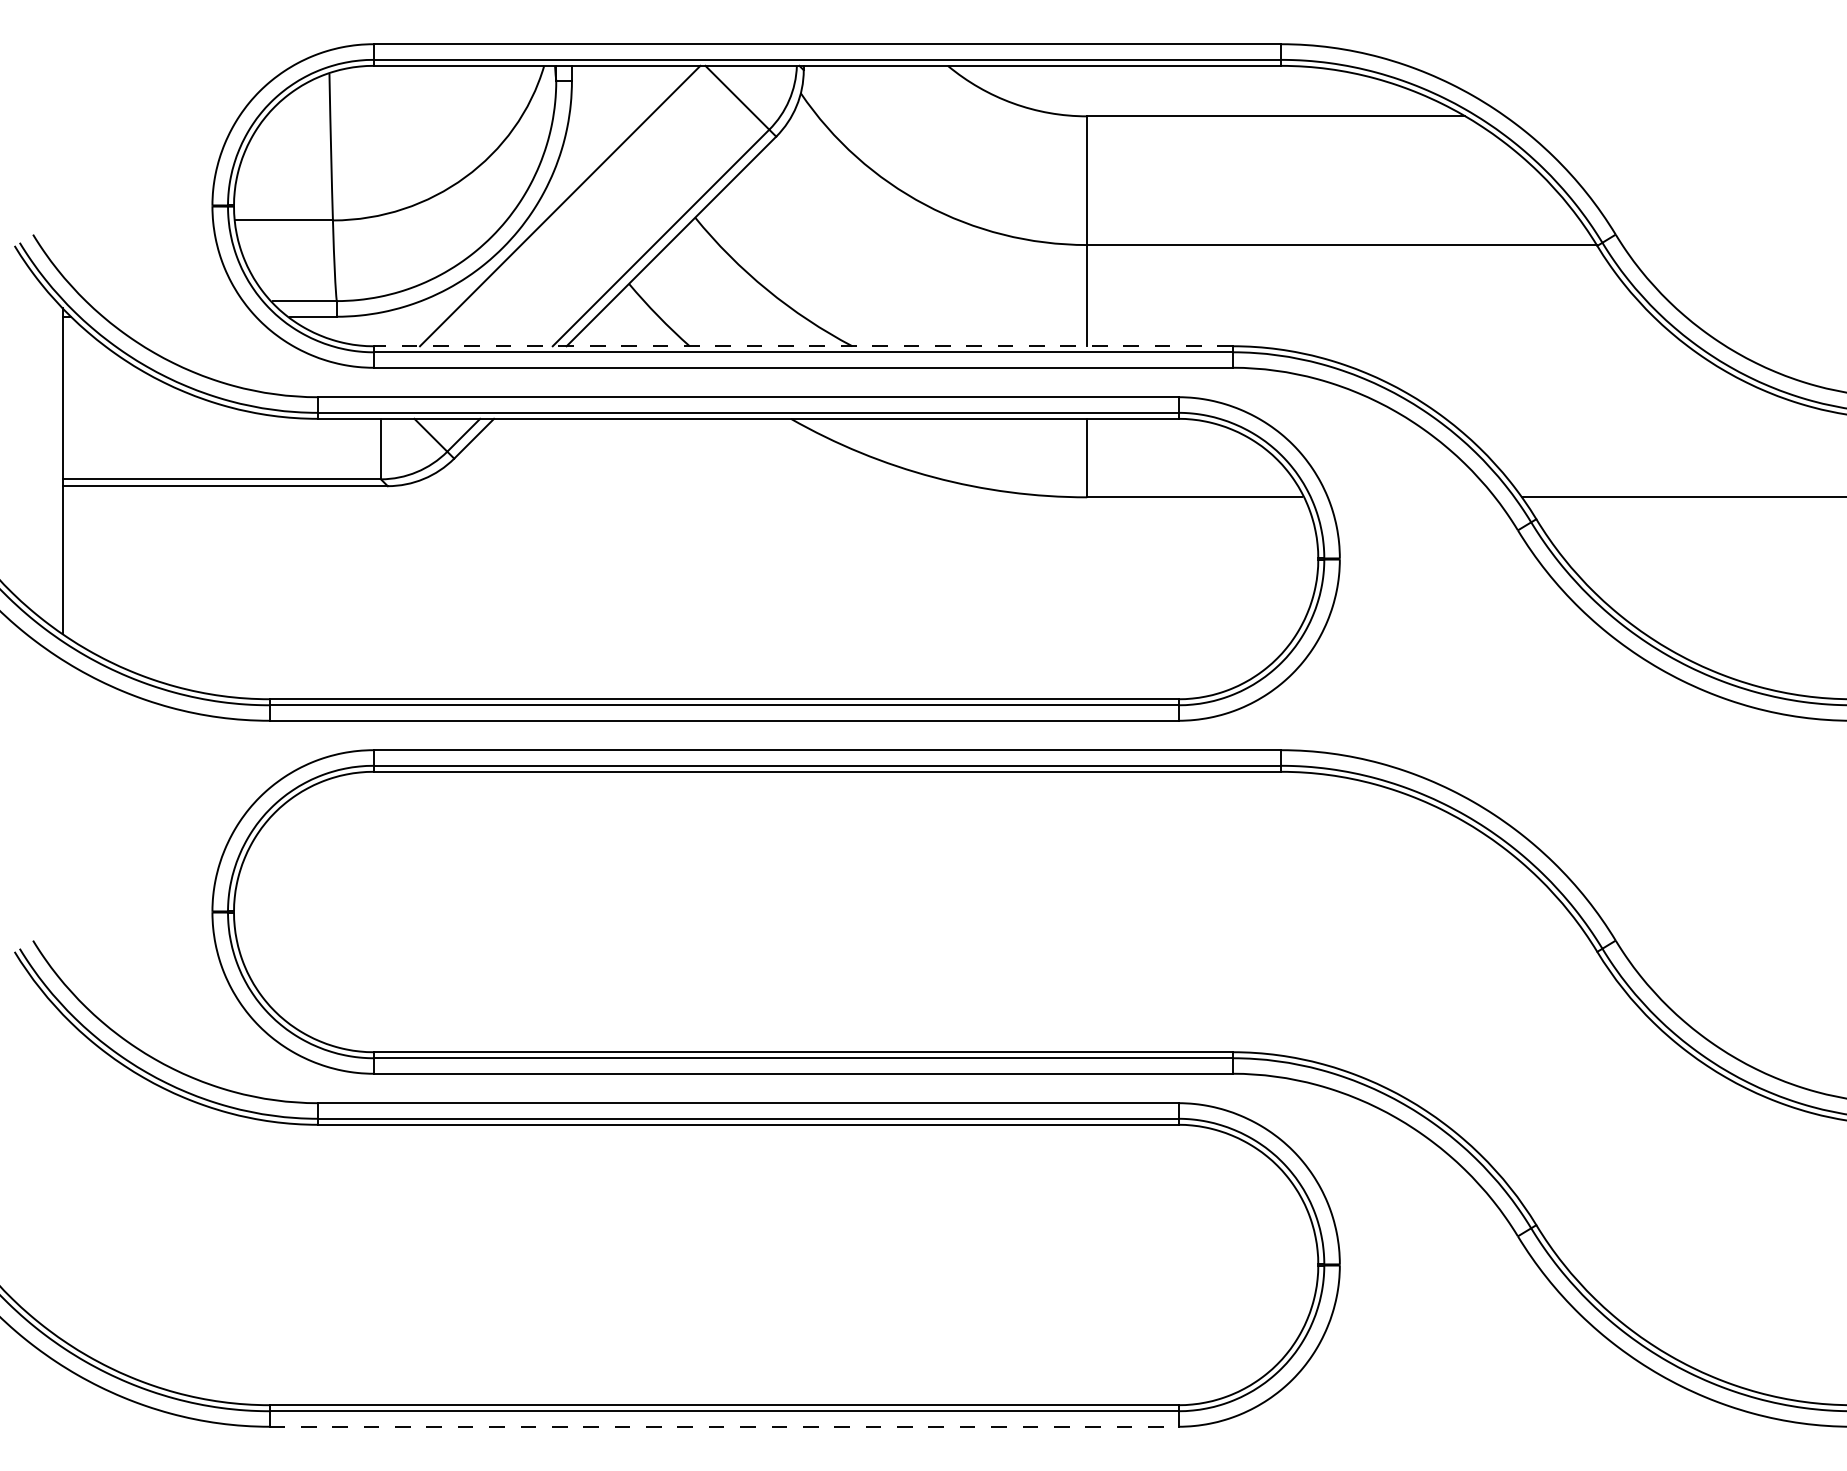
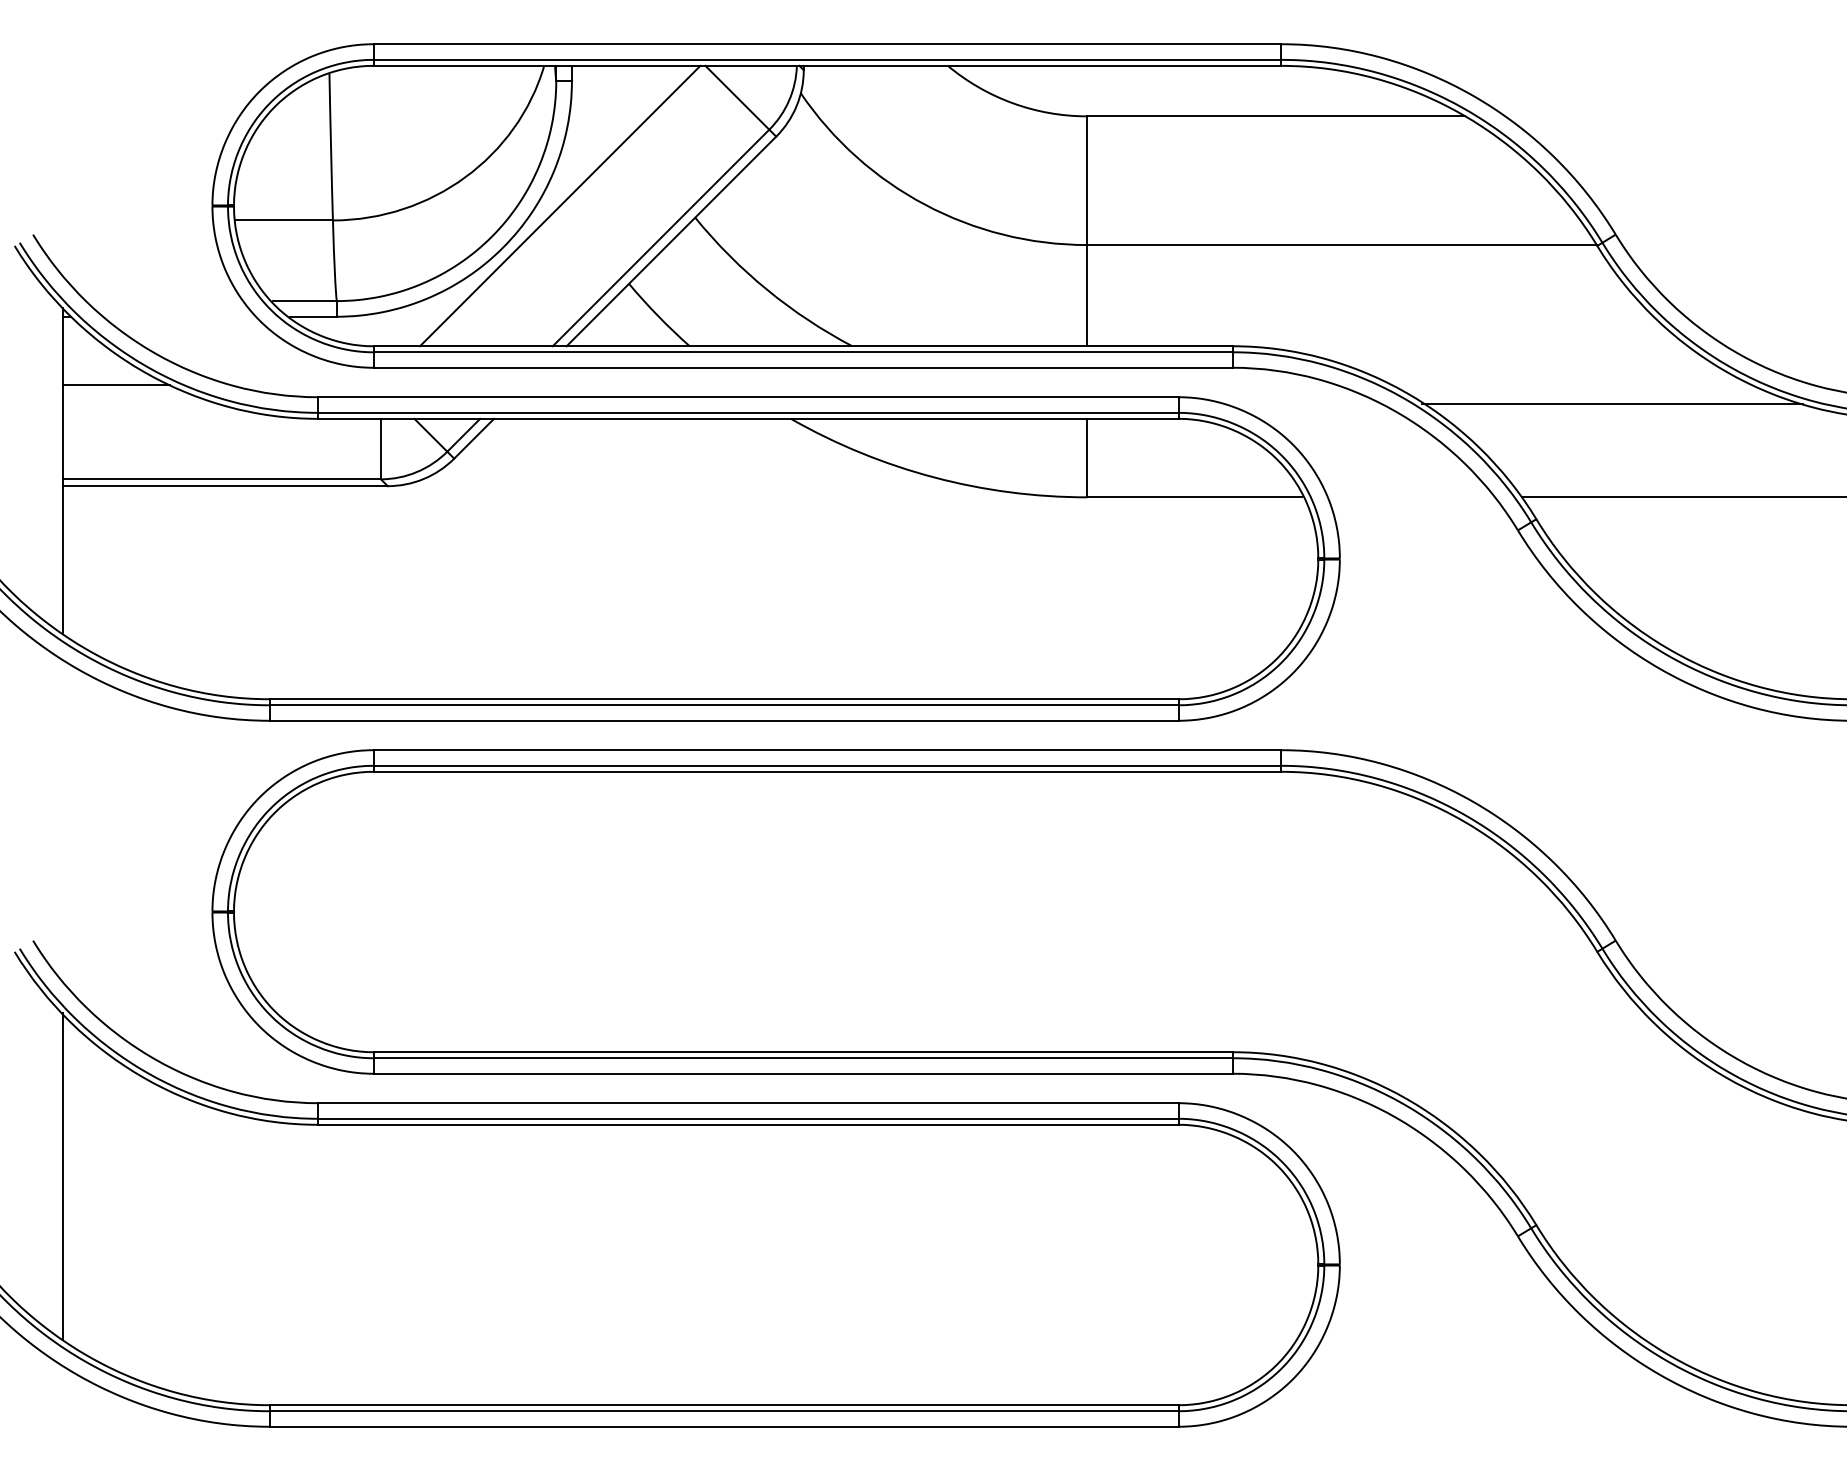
line at (803, 346): dashed -> solid
line at (116, 385): none -> present
line at (1612, 404): none -> present
line at (63, 1175): none -> present
line at (724, 1426): dashed -> solid
